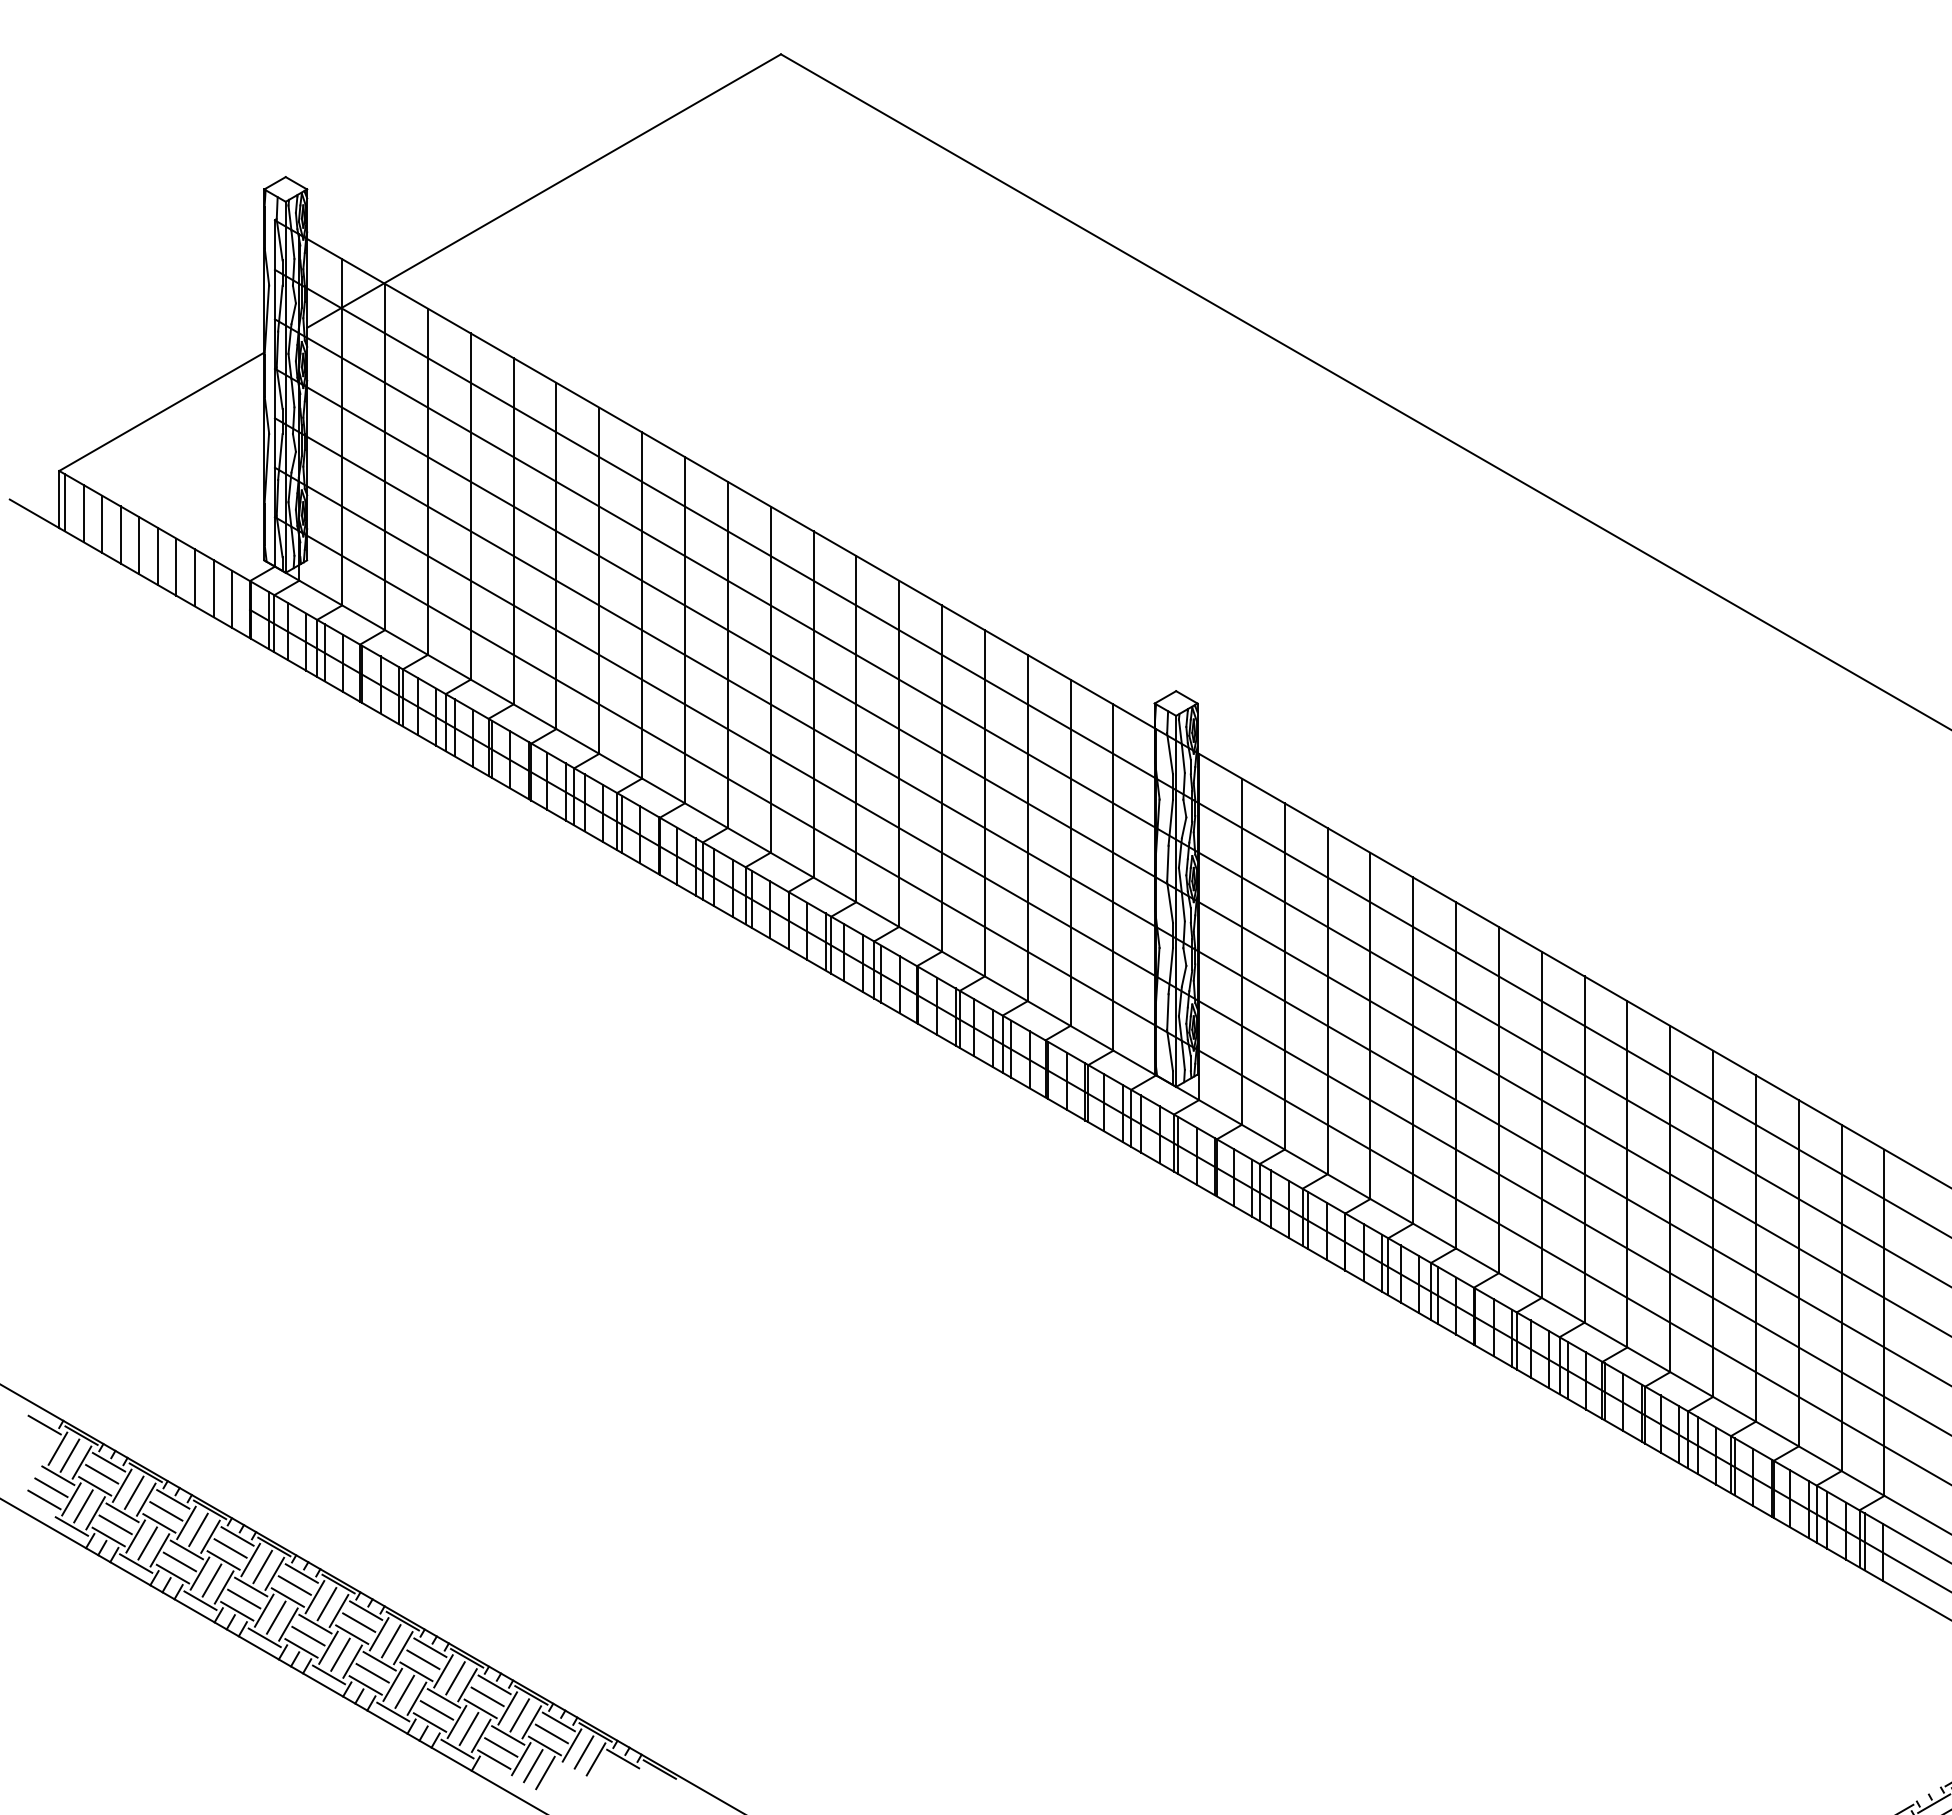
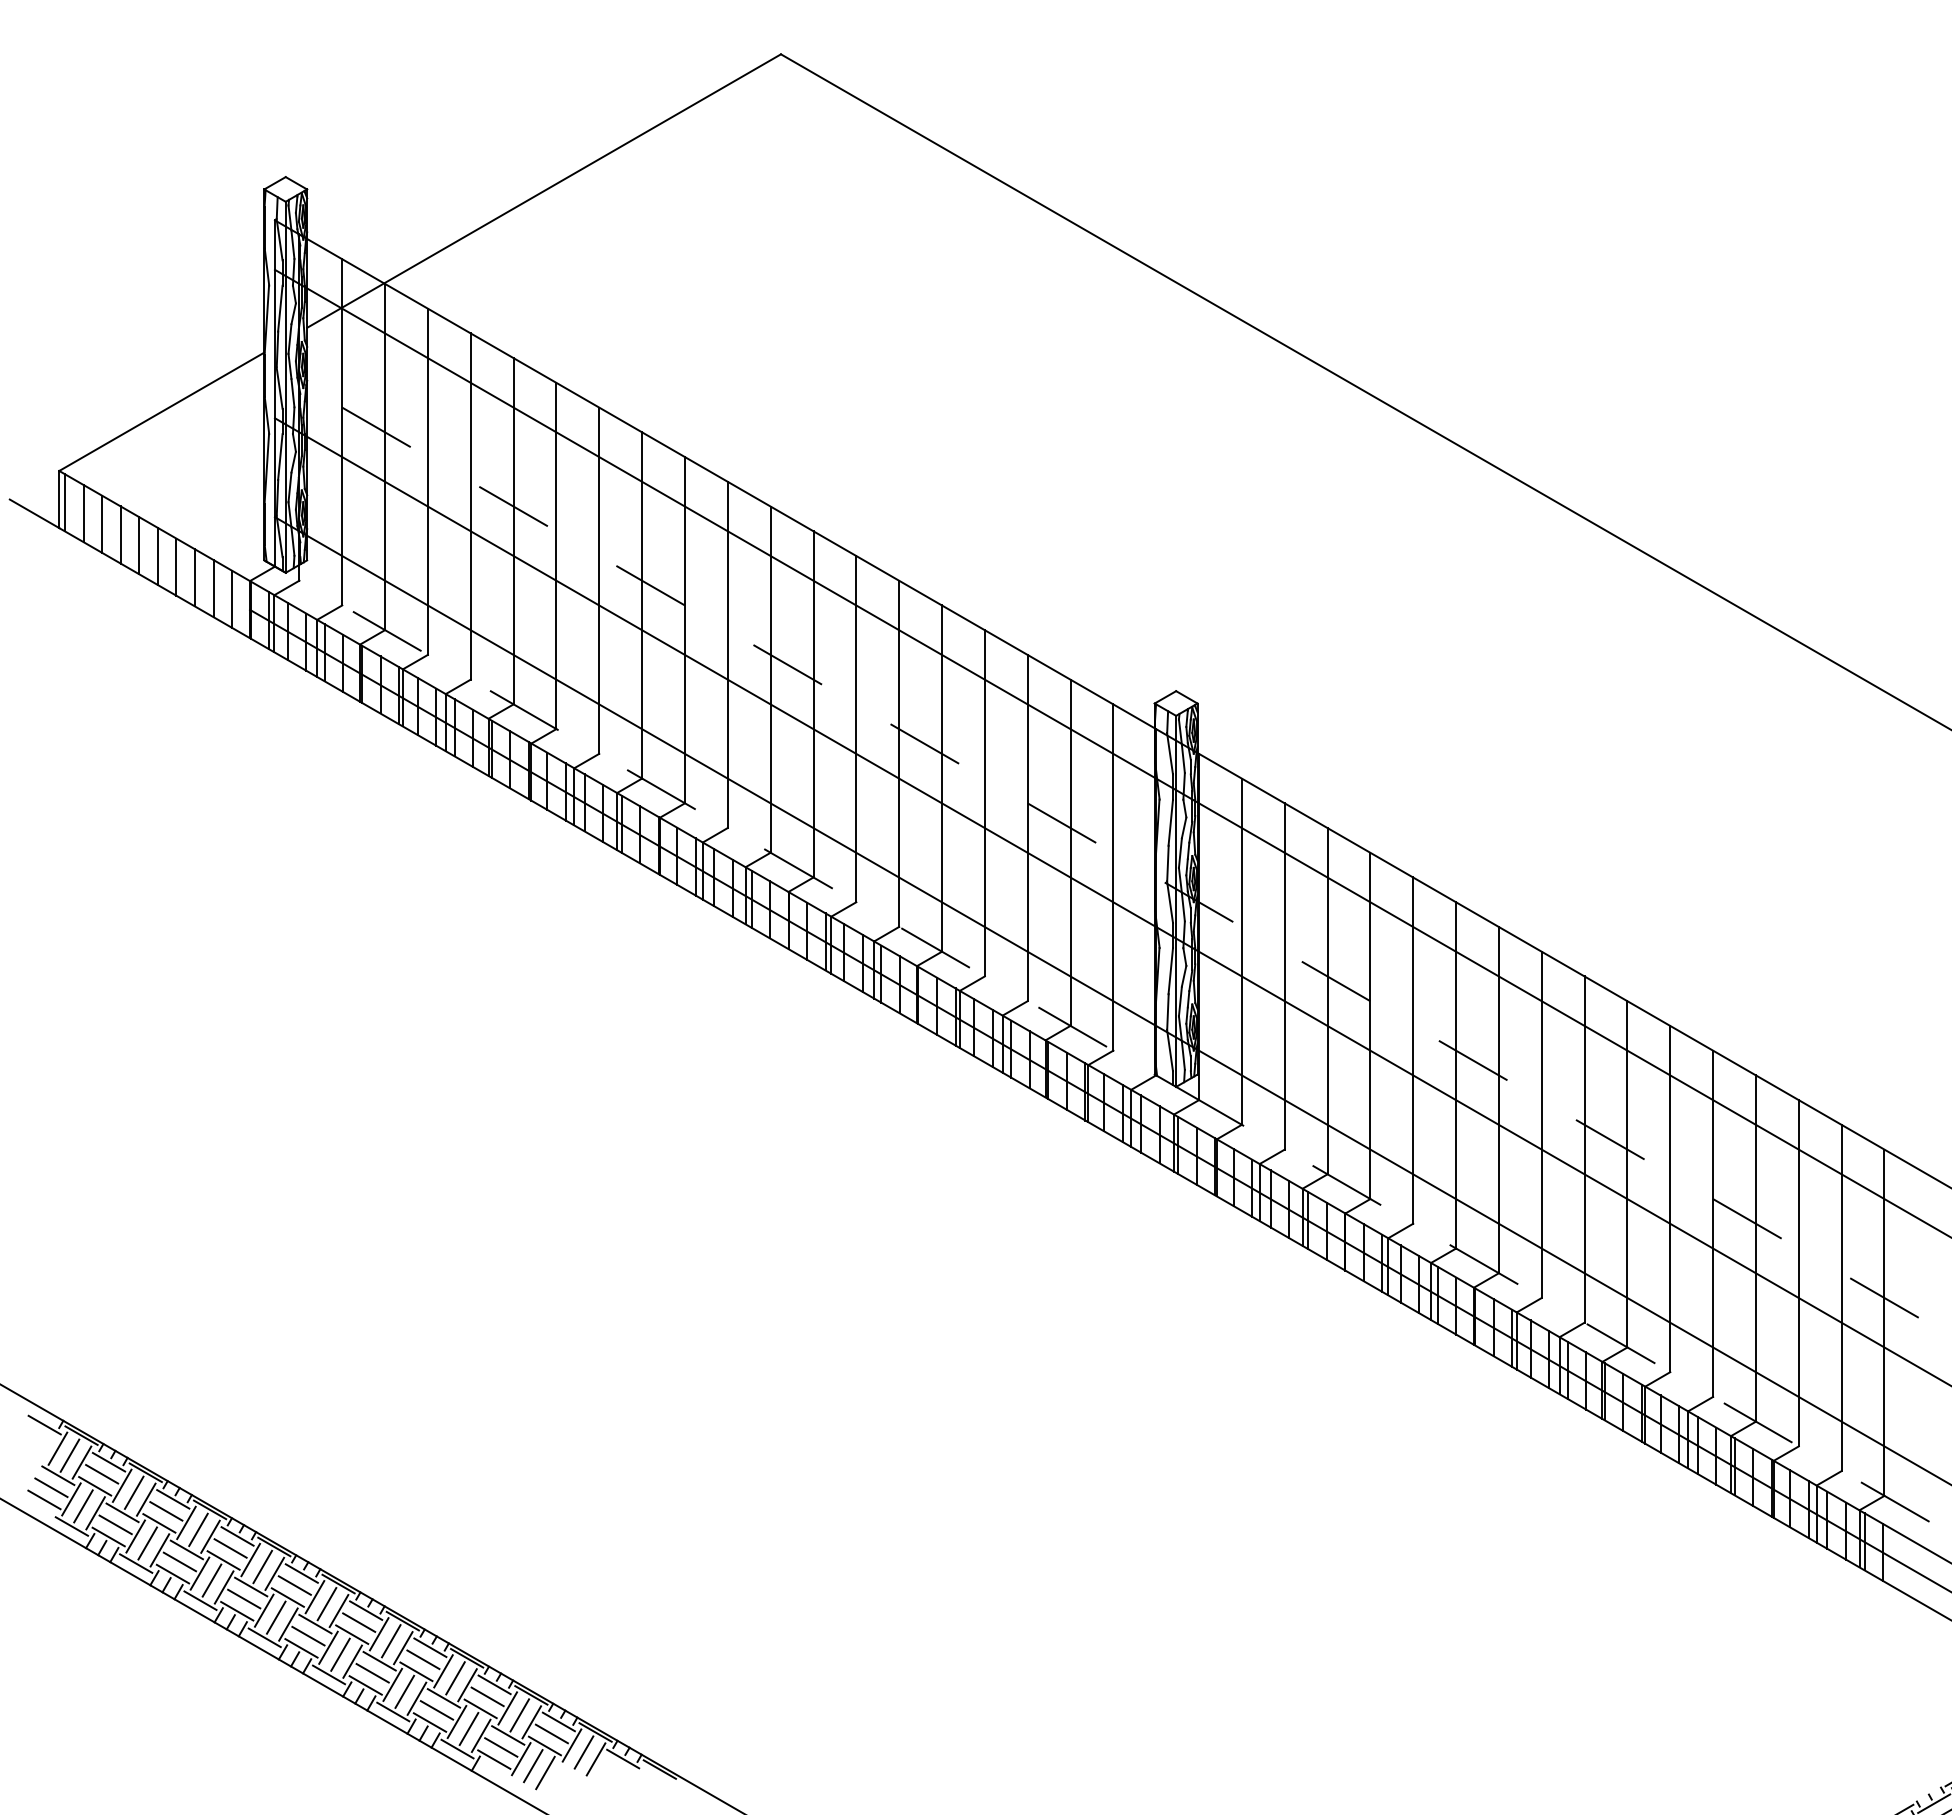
line at (1111, 802): present -> none
line at (1113, 852): solid -> dashed
line at (1111, 950): present -> none
line at (1107, 1047): solid -> dashed
